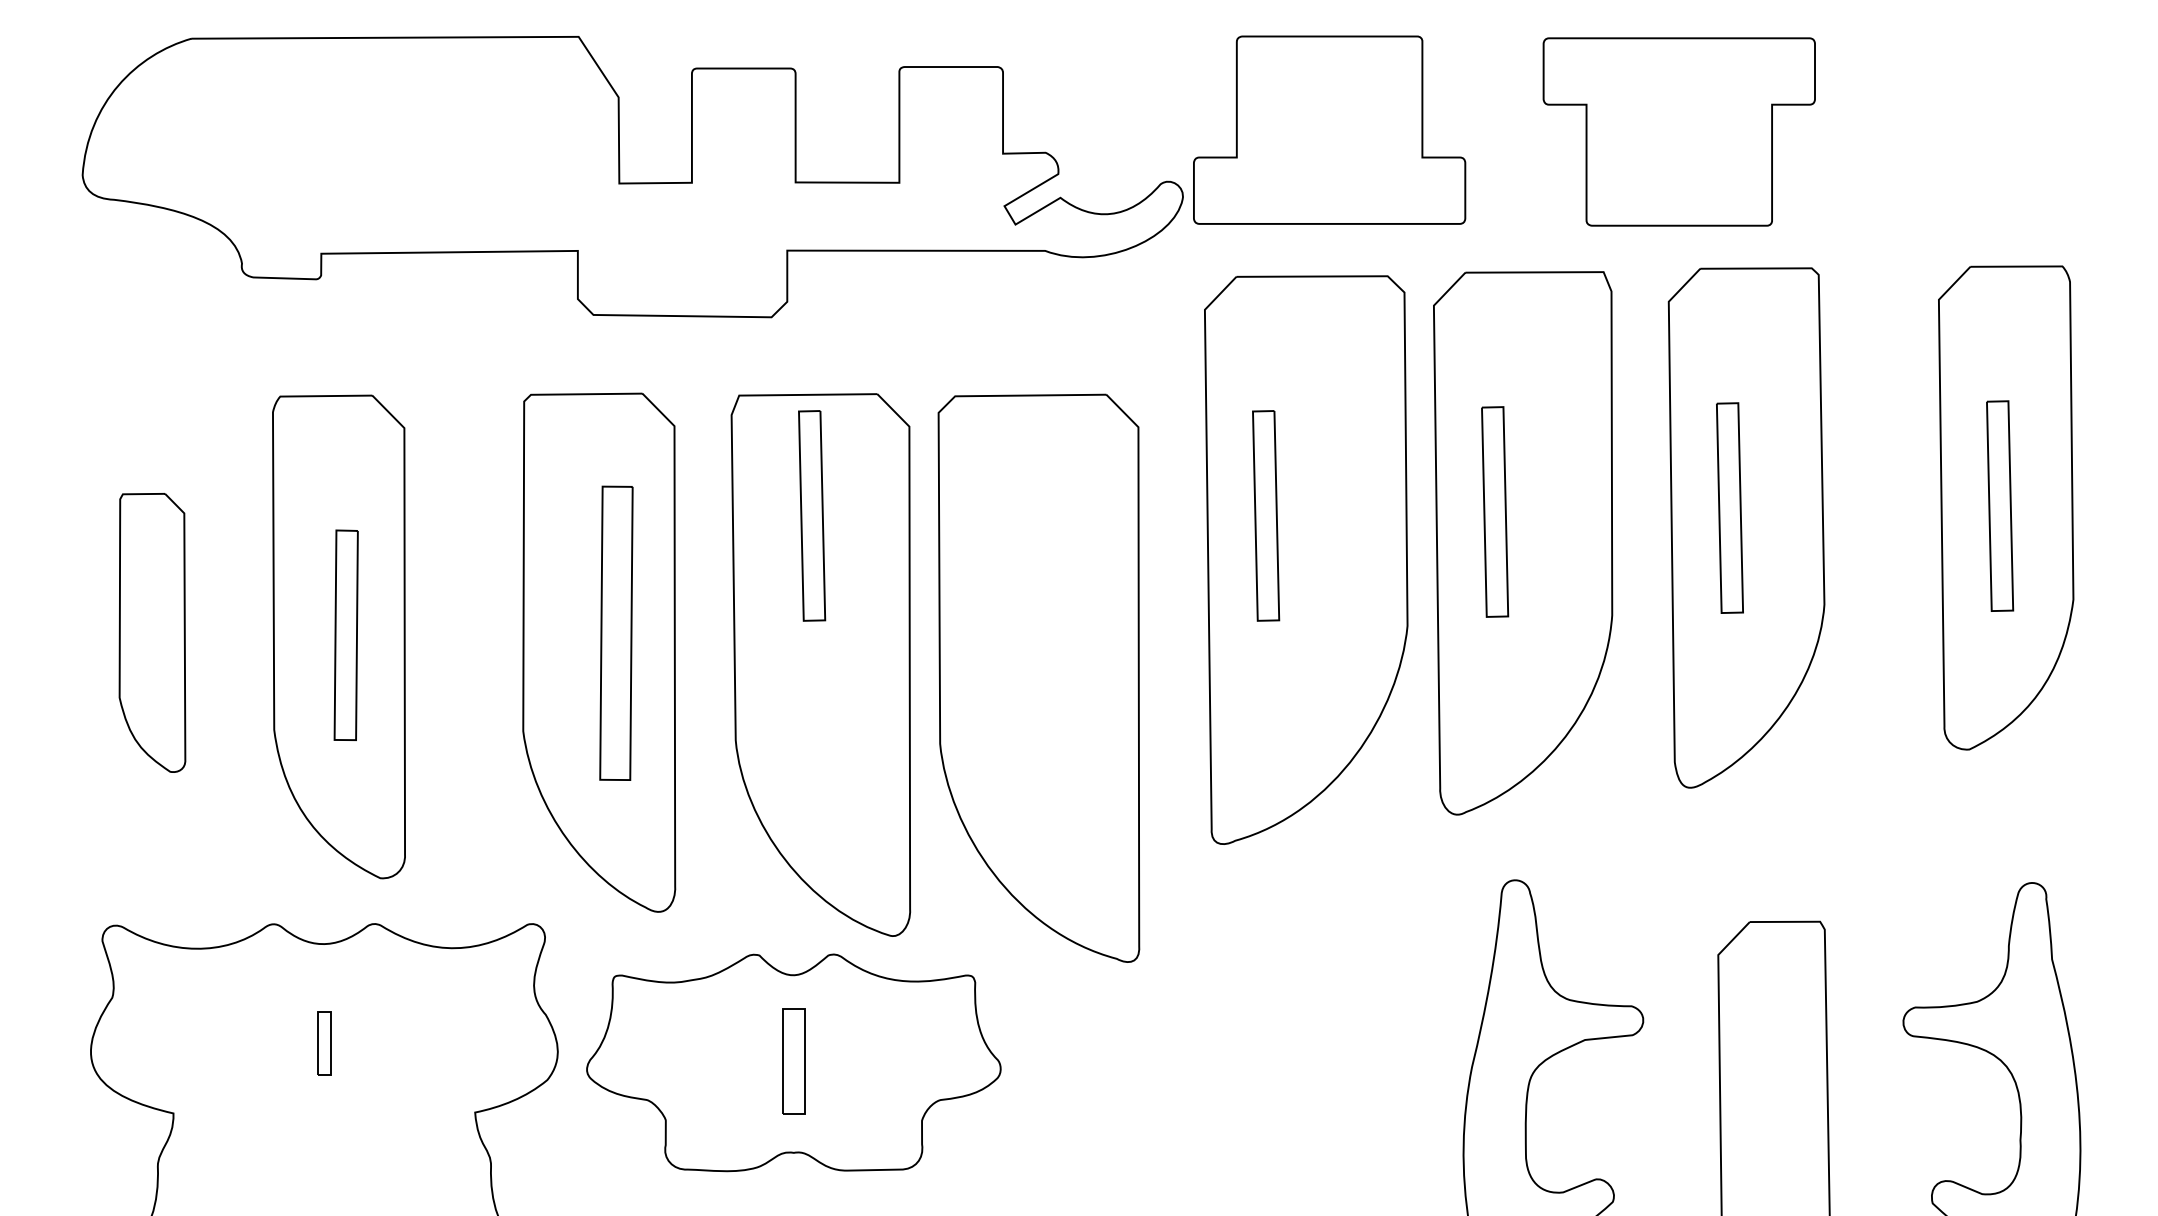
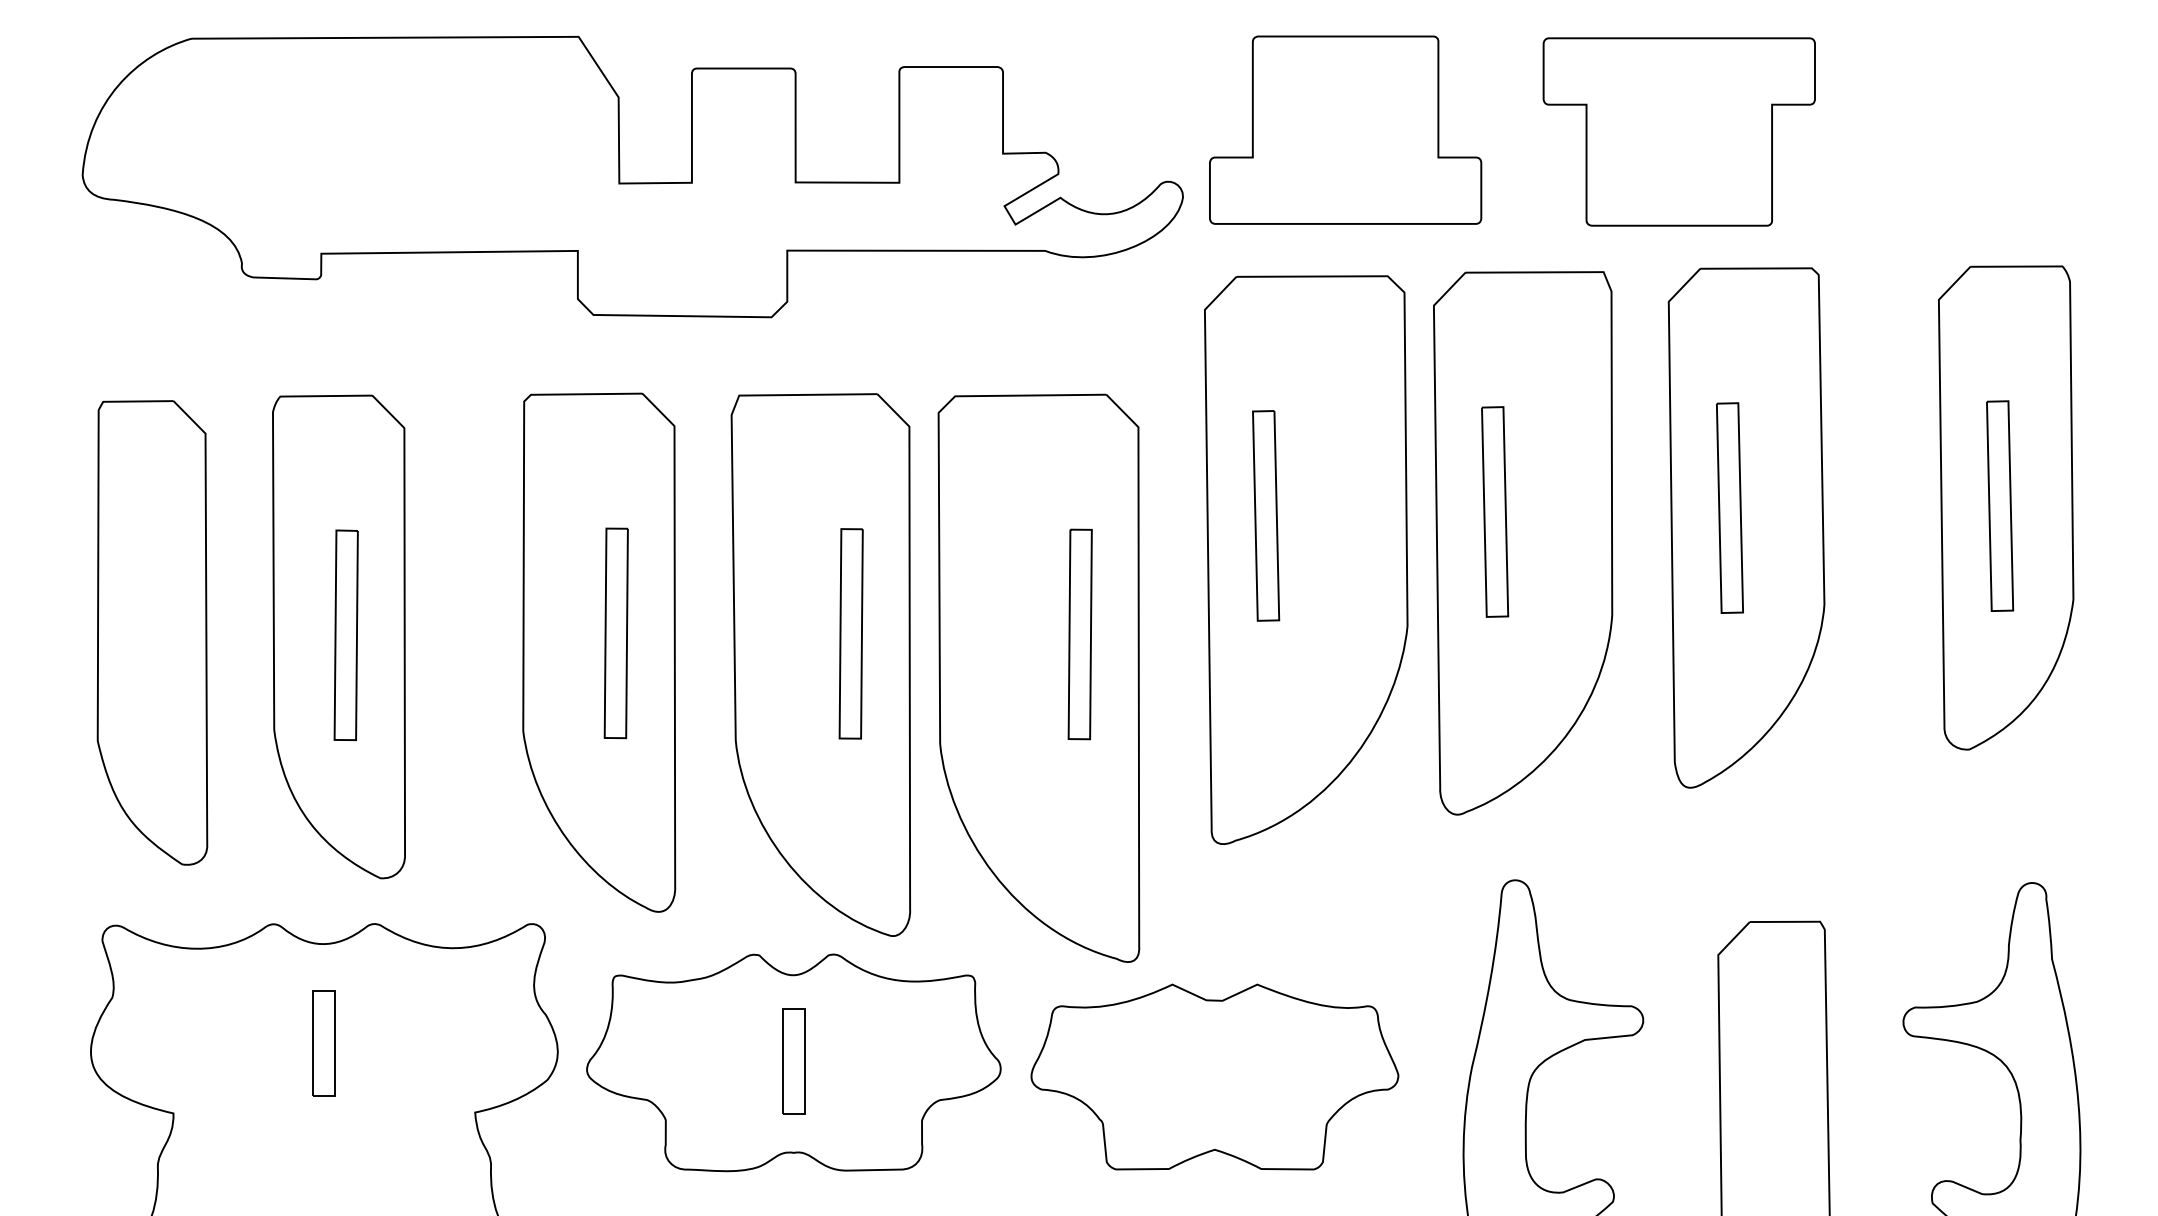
part at (1329, 129) position: (1329, 129) -> (1345, 129)
part at (812, 515): present -> none
part at (152, 632) size: 69x280 px -> 113x466 px
part at (616, 632) size: 35x296 px -> 26x213 px
part at (850, 633): none -> present
part at (1079, 634): none -> present
part at (324, 1043) size: 15x65 px -> 24x107 px
part at (1214, 1076): none -> present
